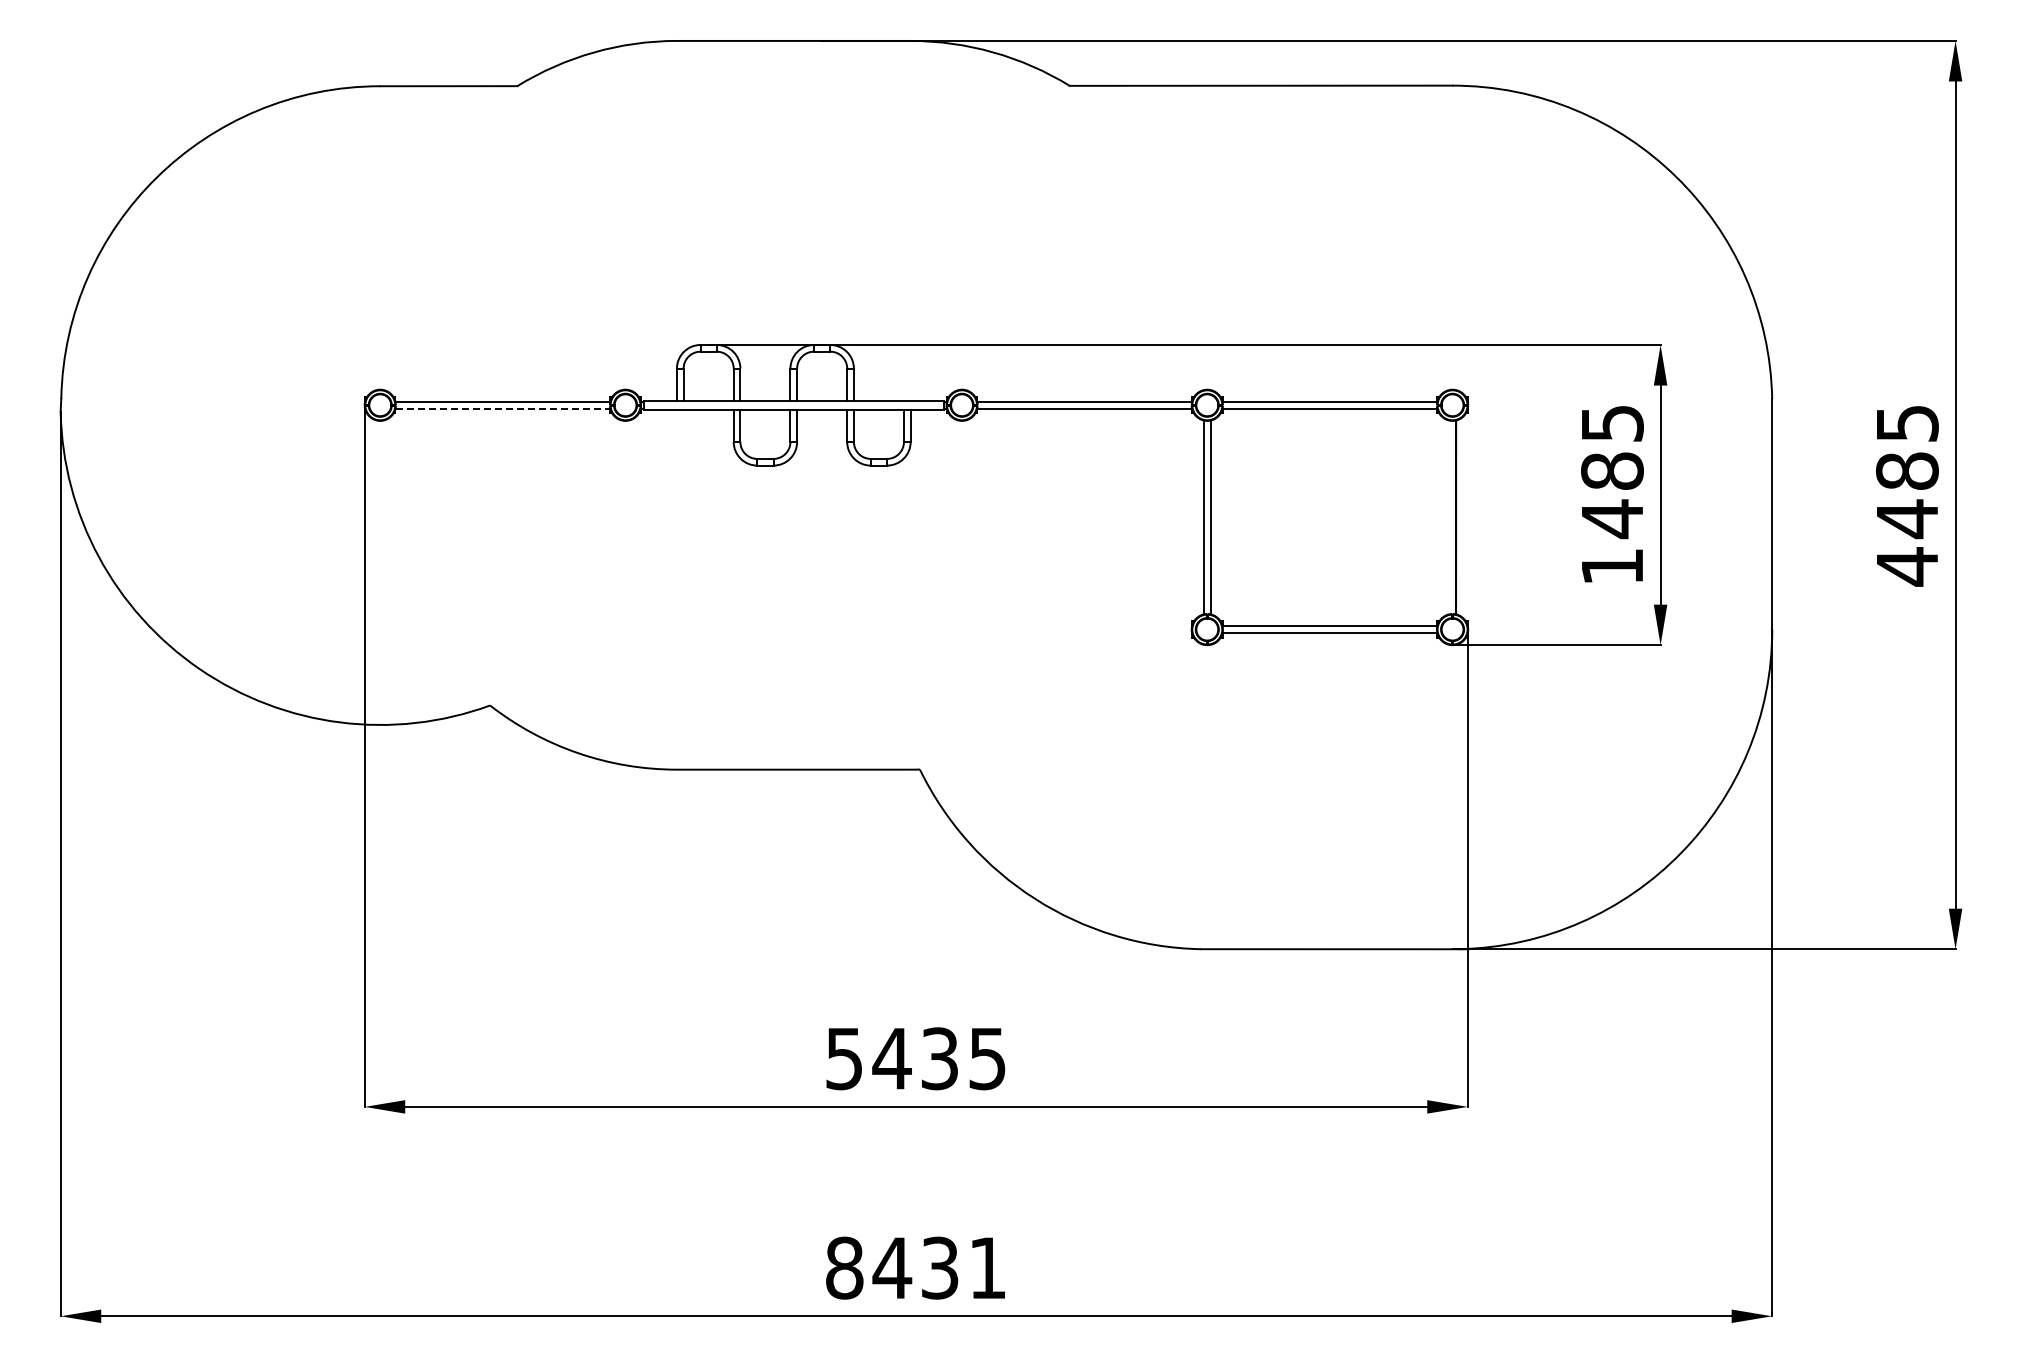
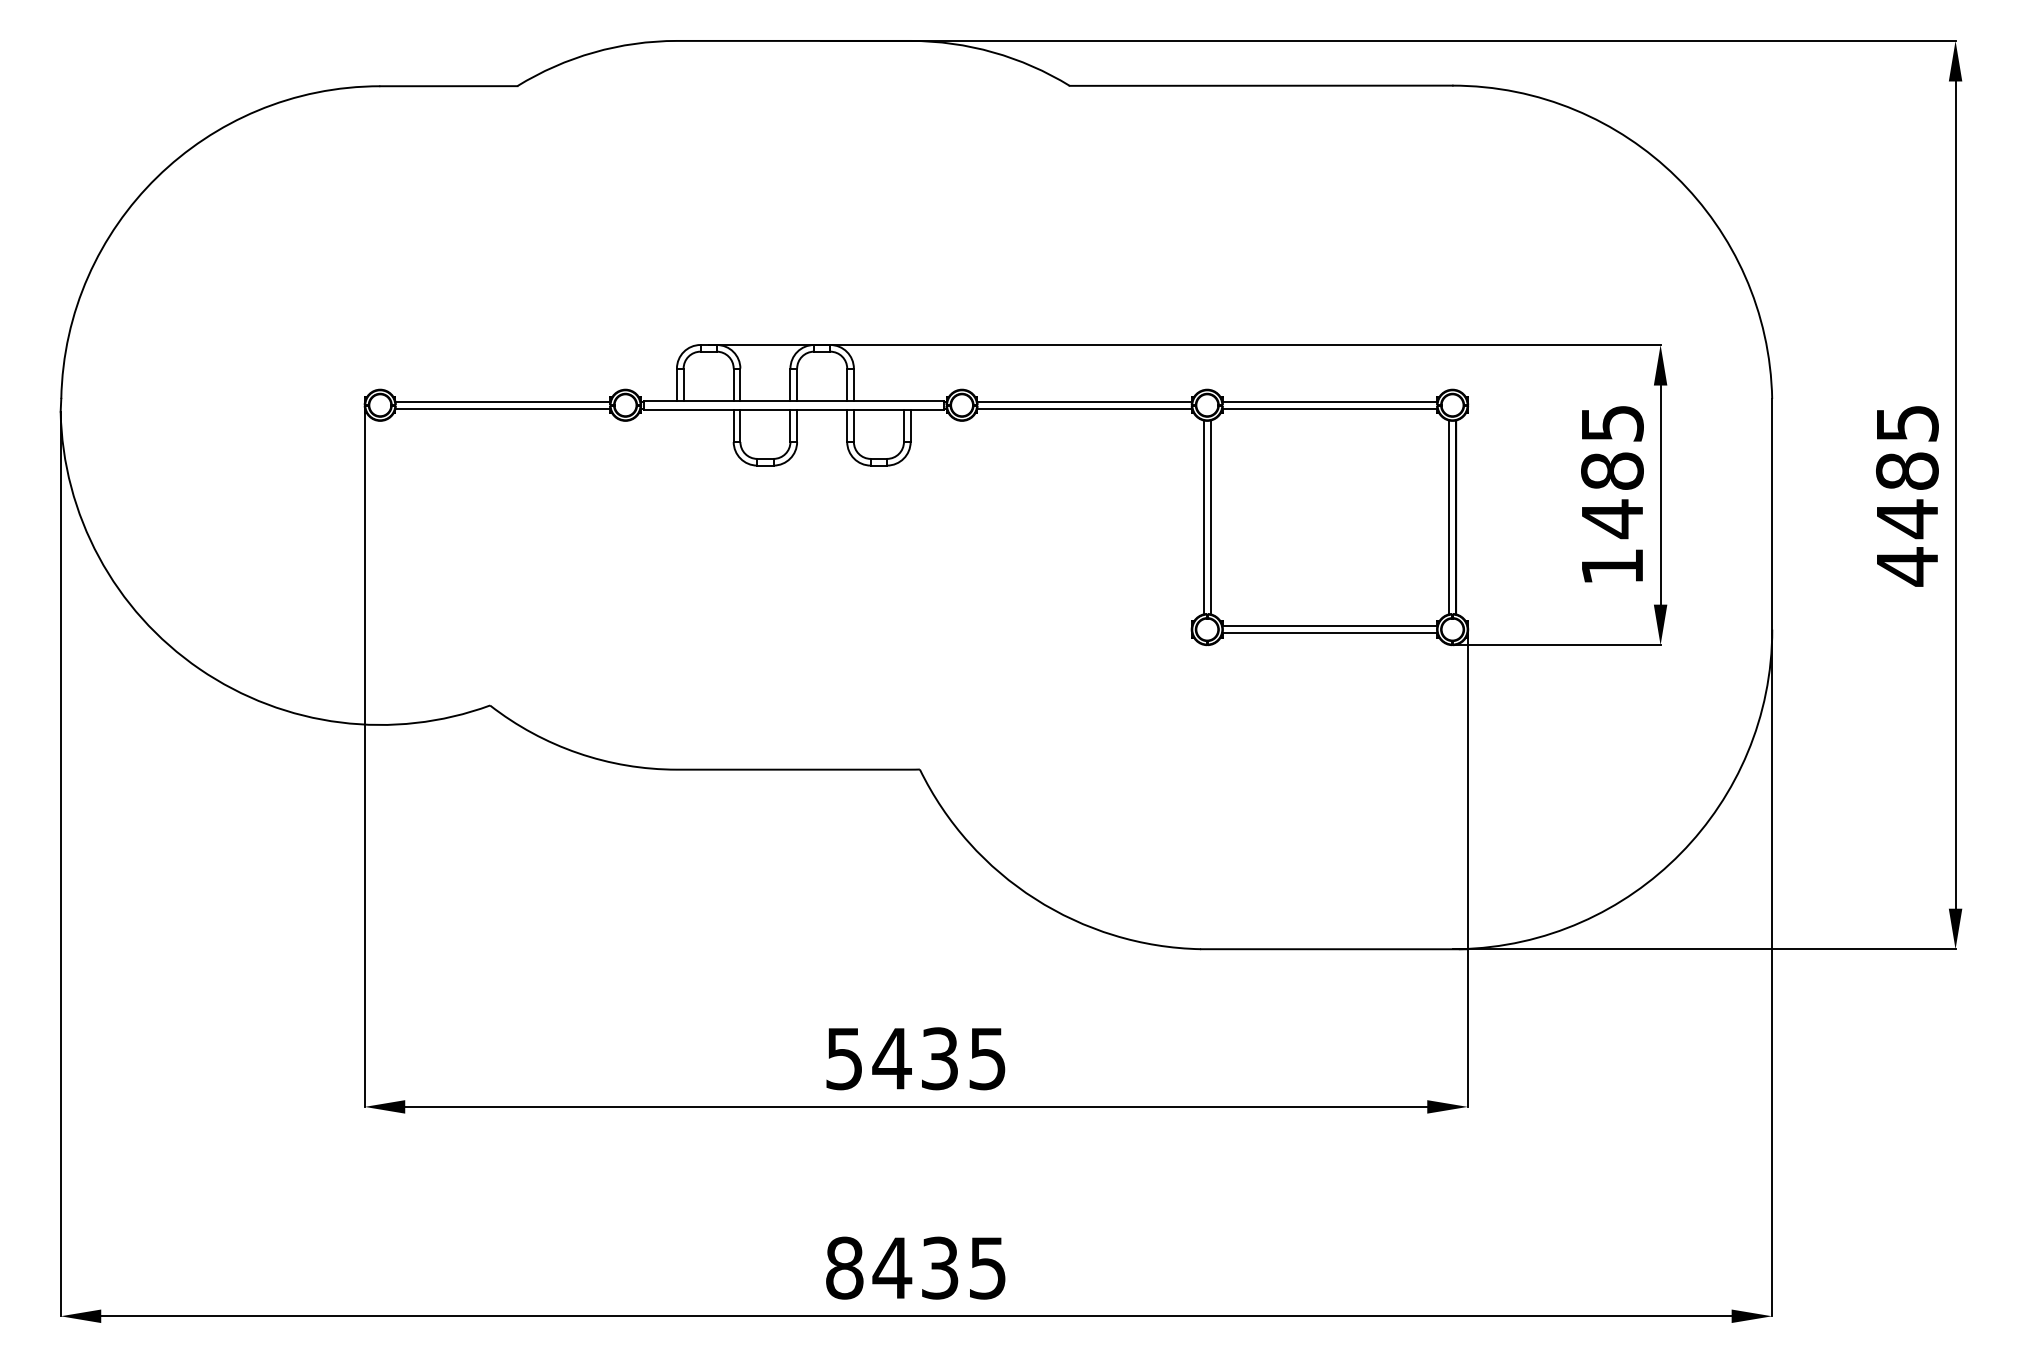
line at (503, 408): dashed -> solid
line at (1449, 517): none -> present
text at (987, 1268): 8431 -> 8435
